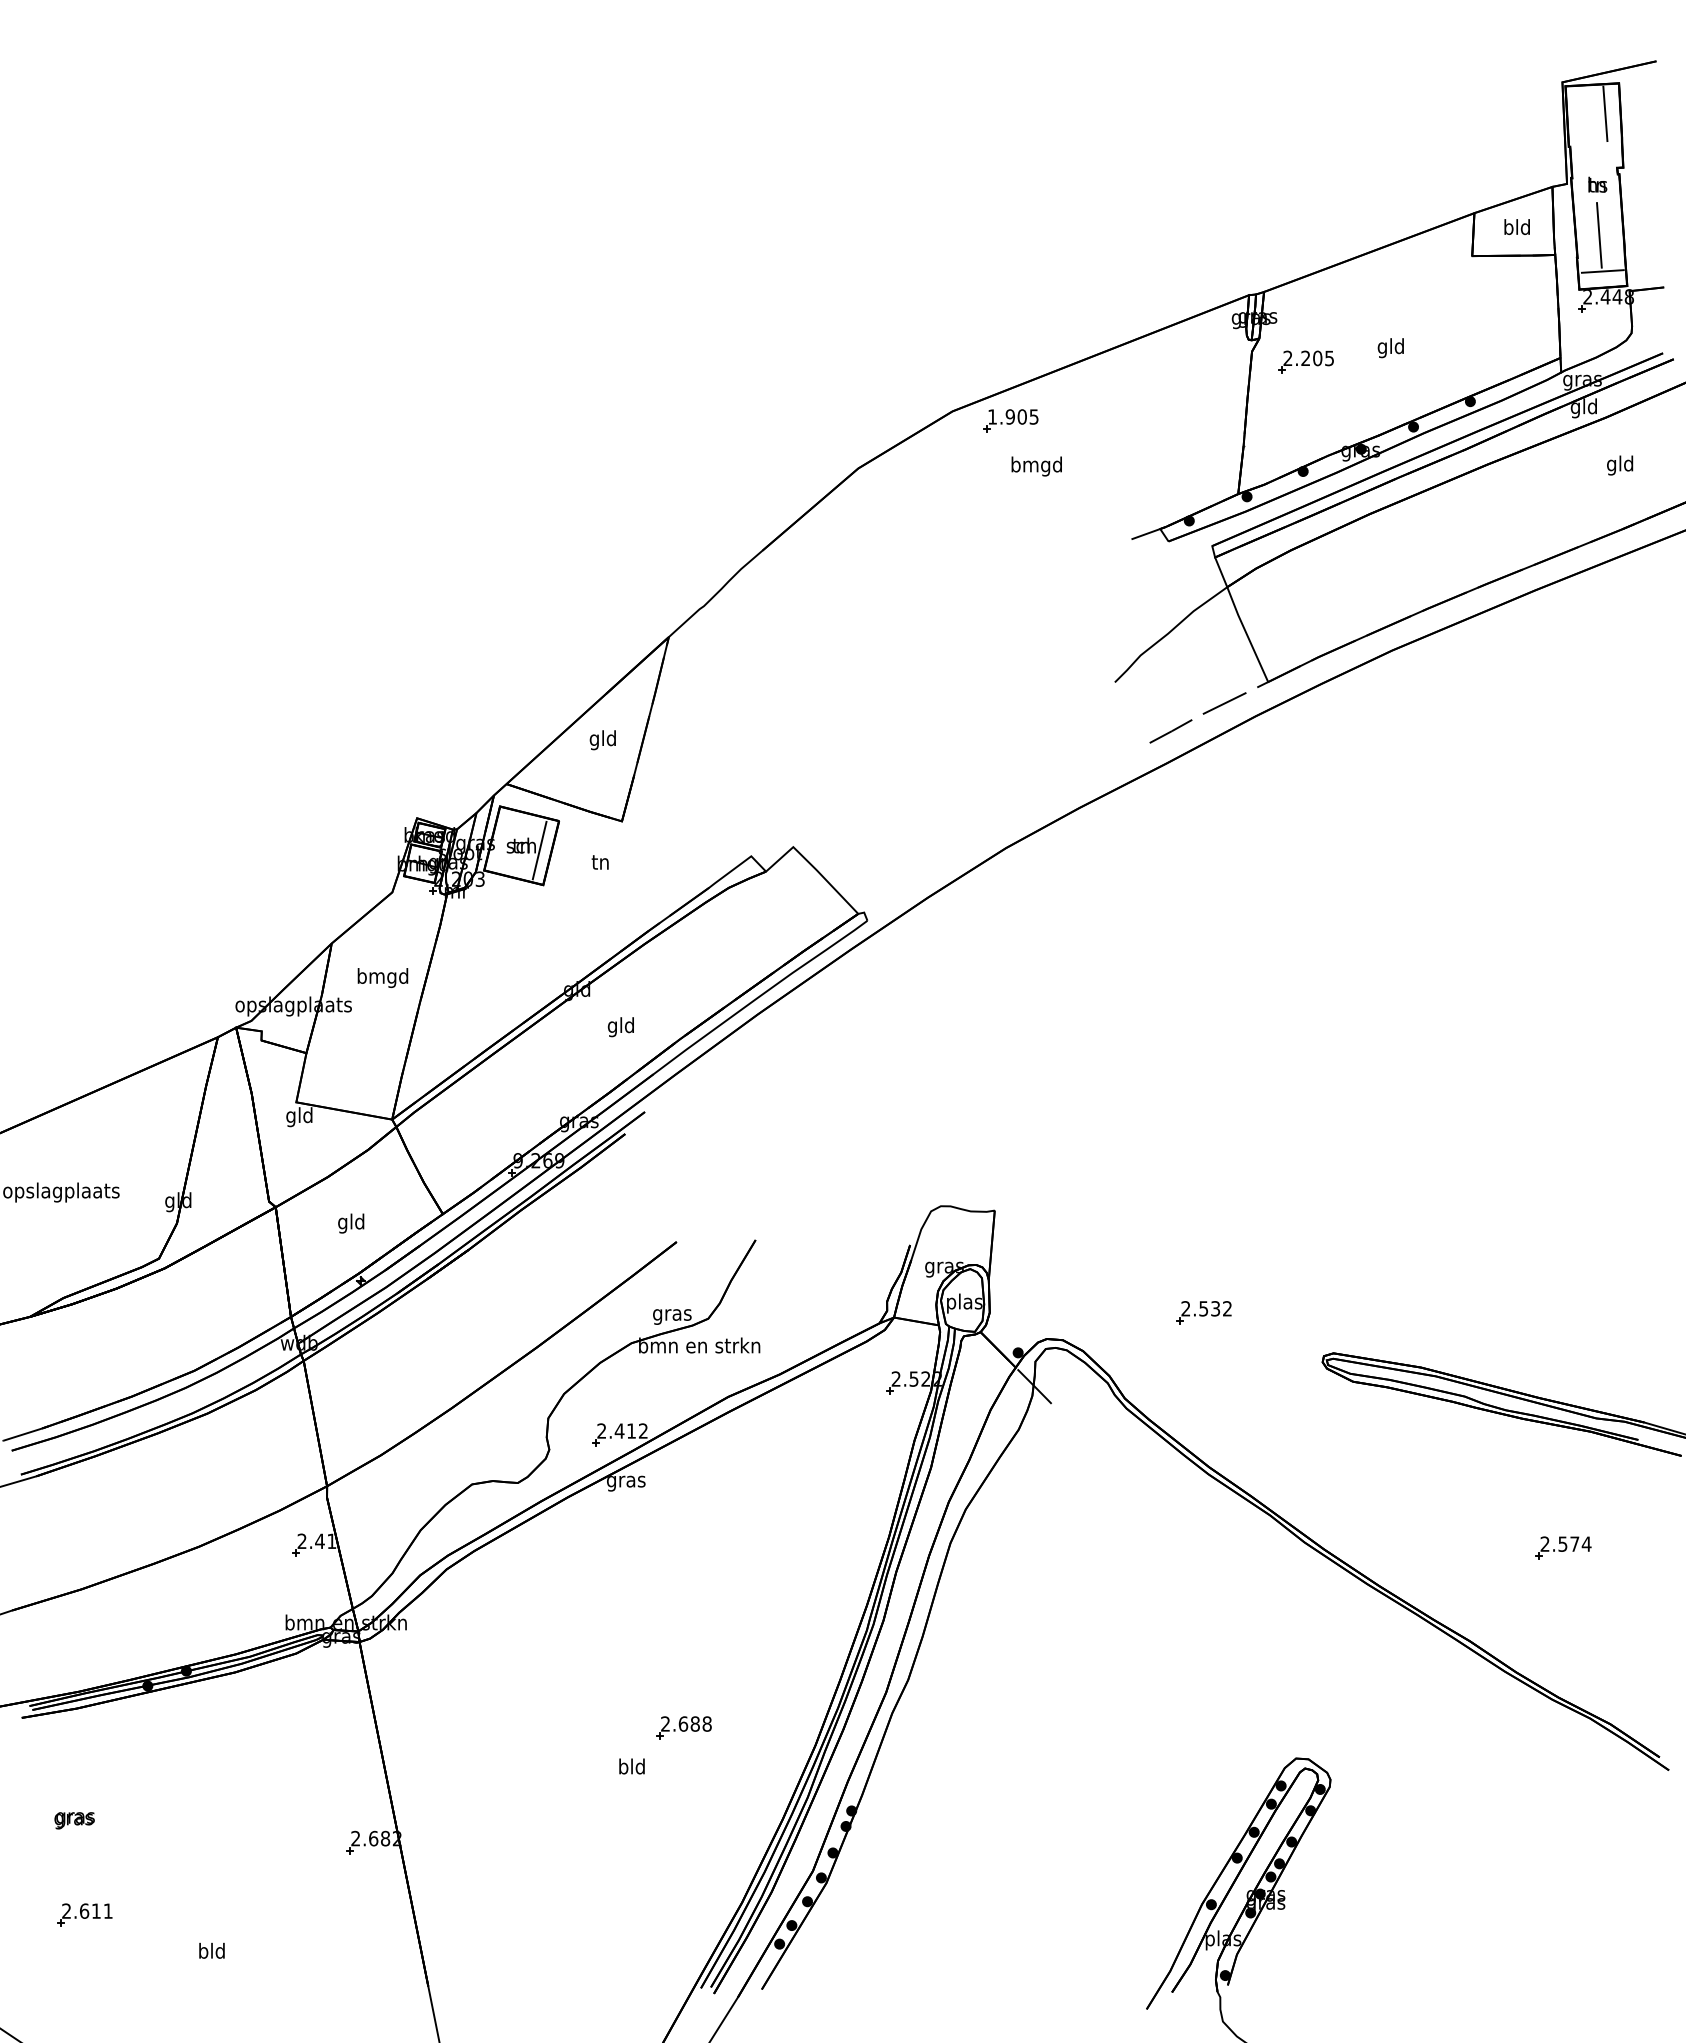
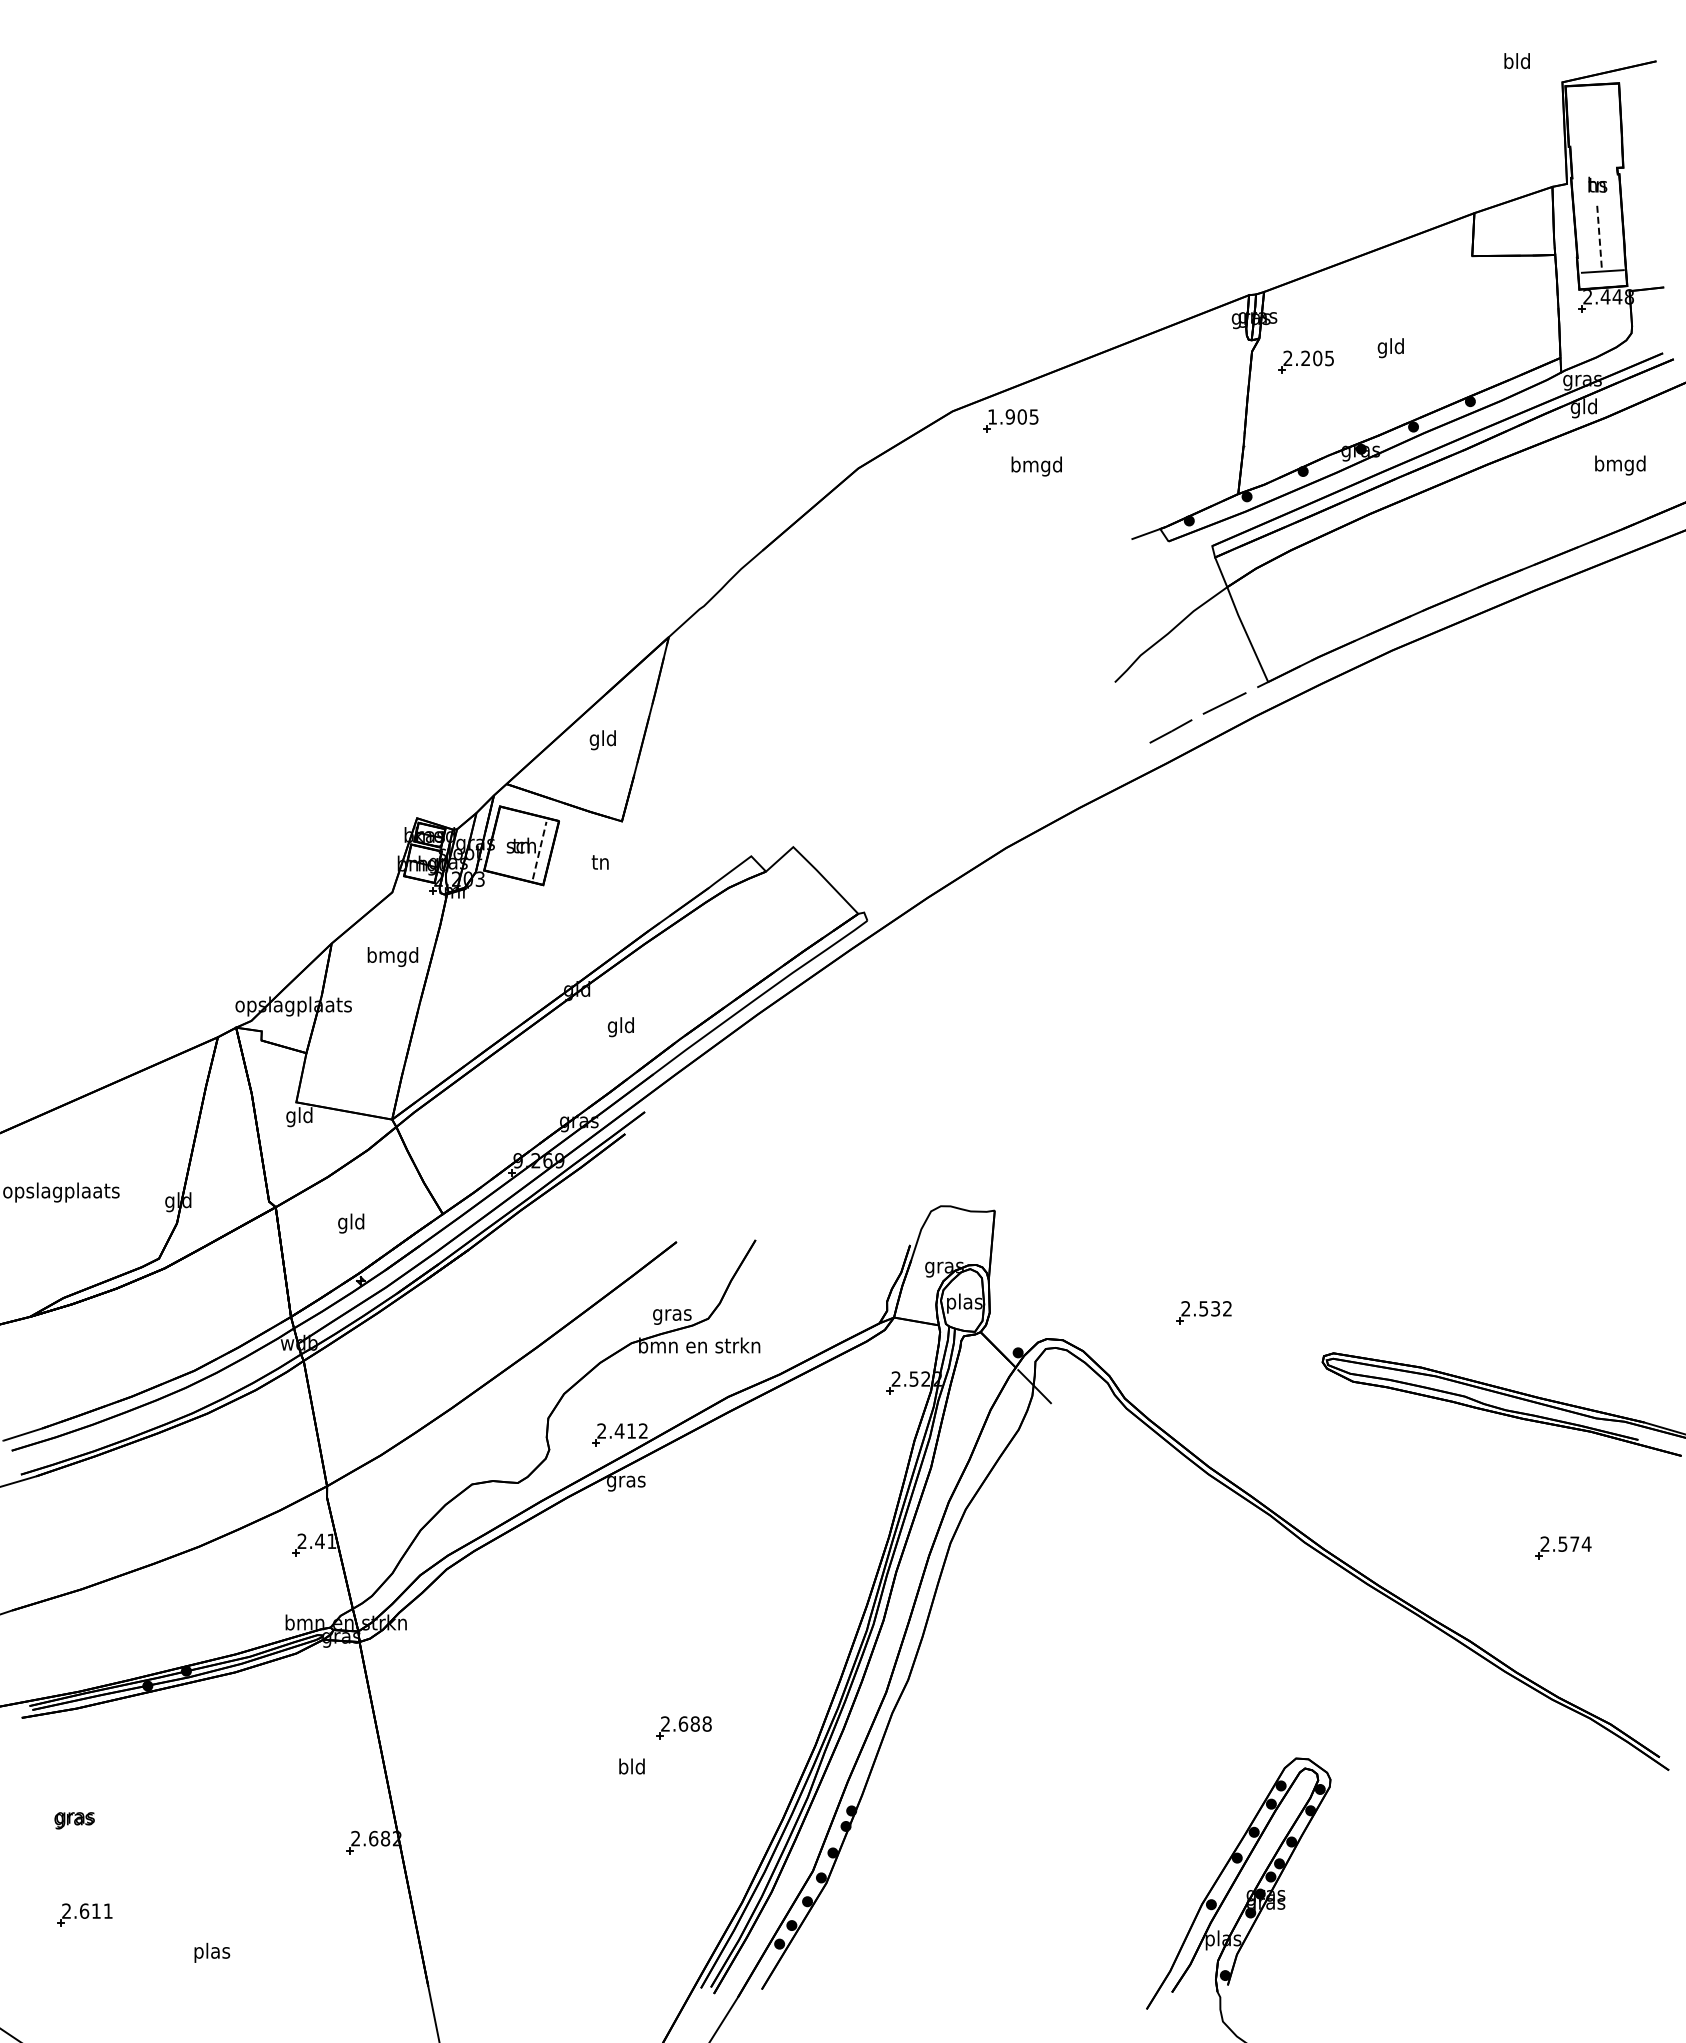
line at (1605, 113): present -> none
text at (1516, 226) position: (1516, 226) -> (1516, 60)
line at (1599, 234): solid -> dashed
text at (1620, 465): gld -> bmgd
line at (539, 850): solid -> dashed
text at (382, 977) position: (382, 977) -> (392, 956)
text at (212, 1952): bld -> plas
